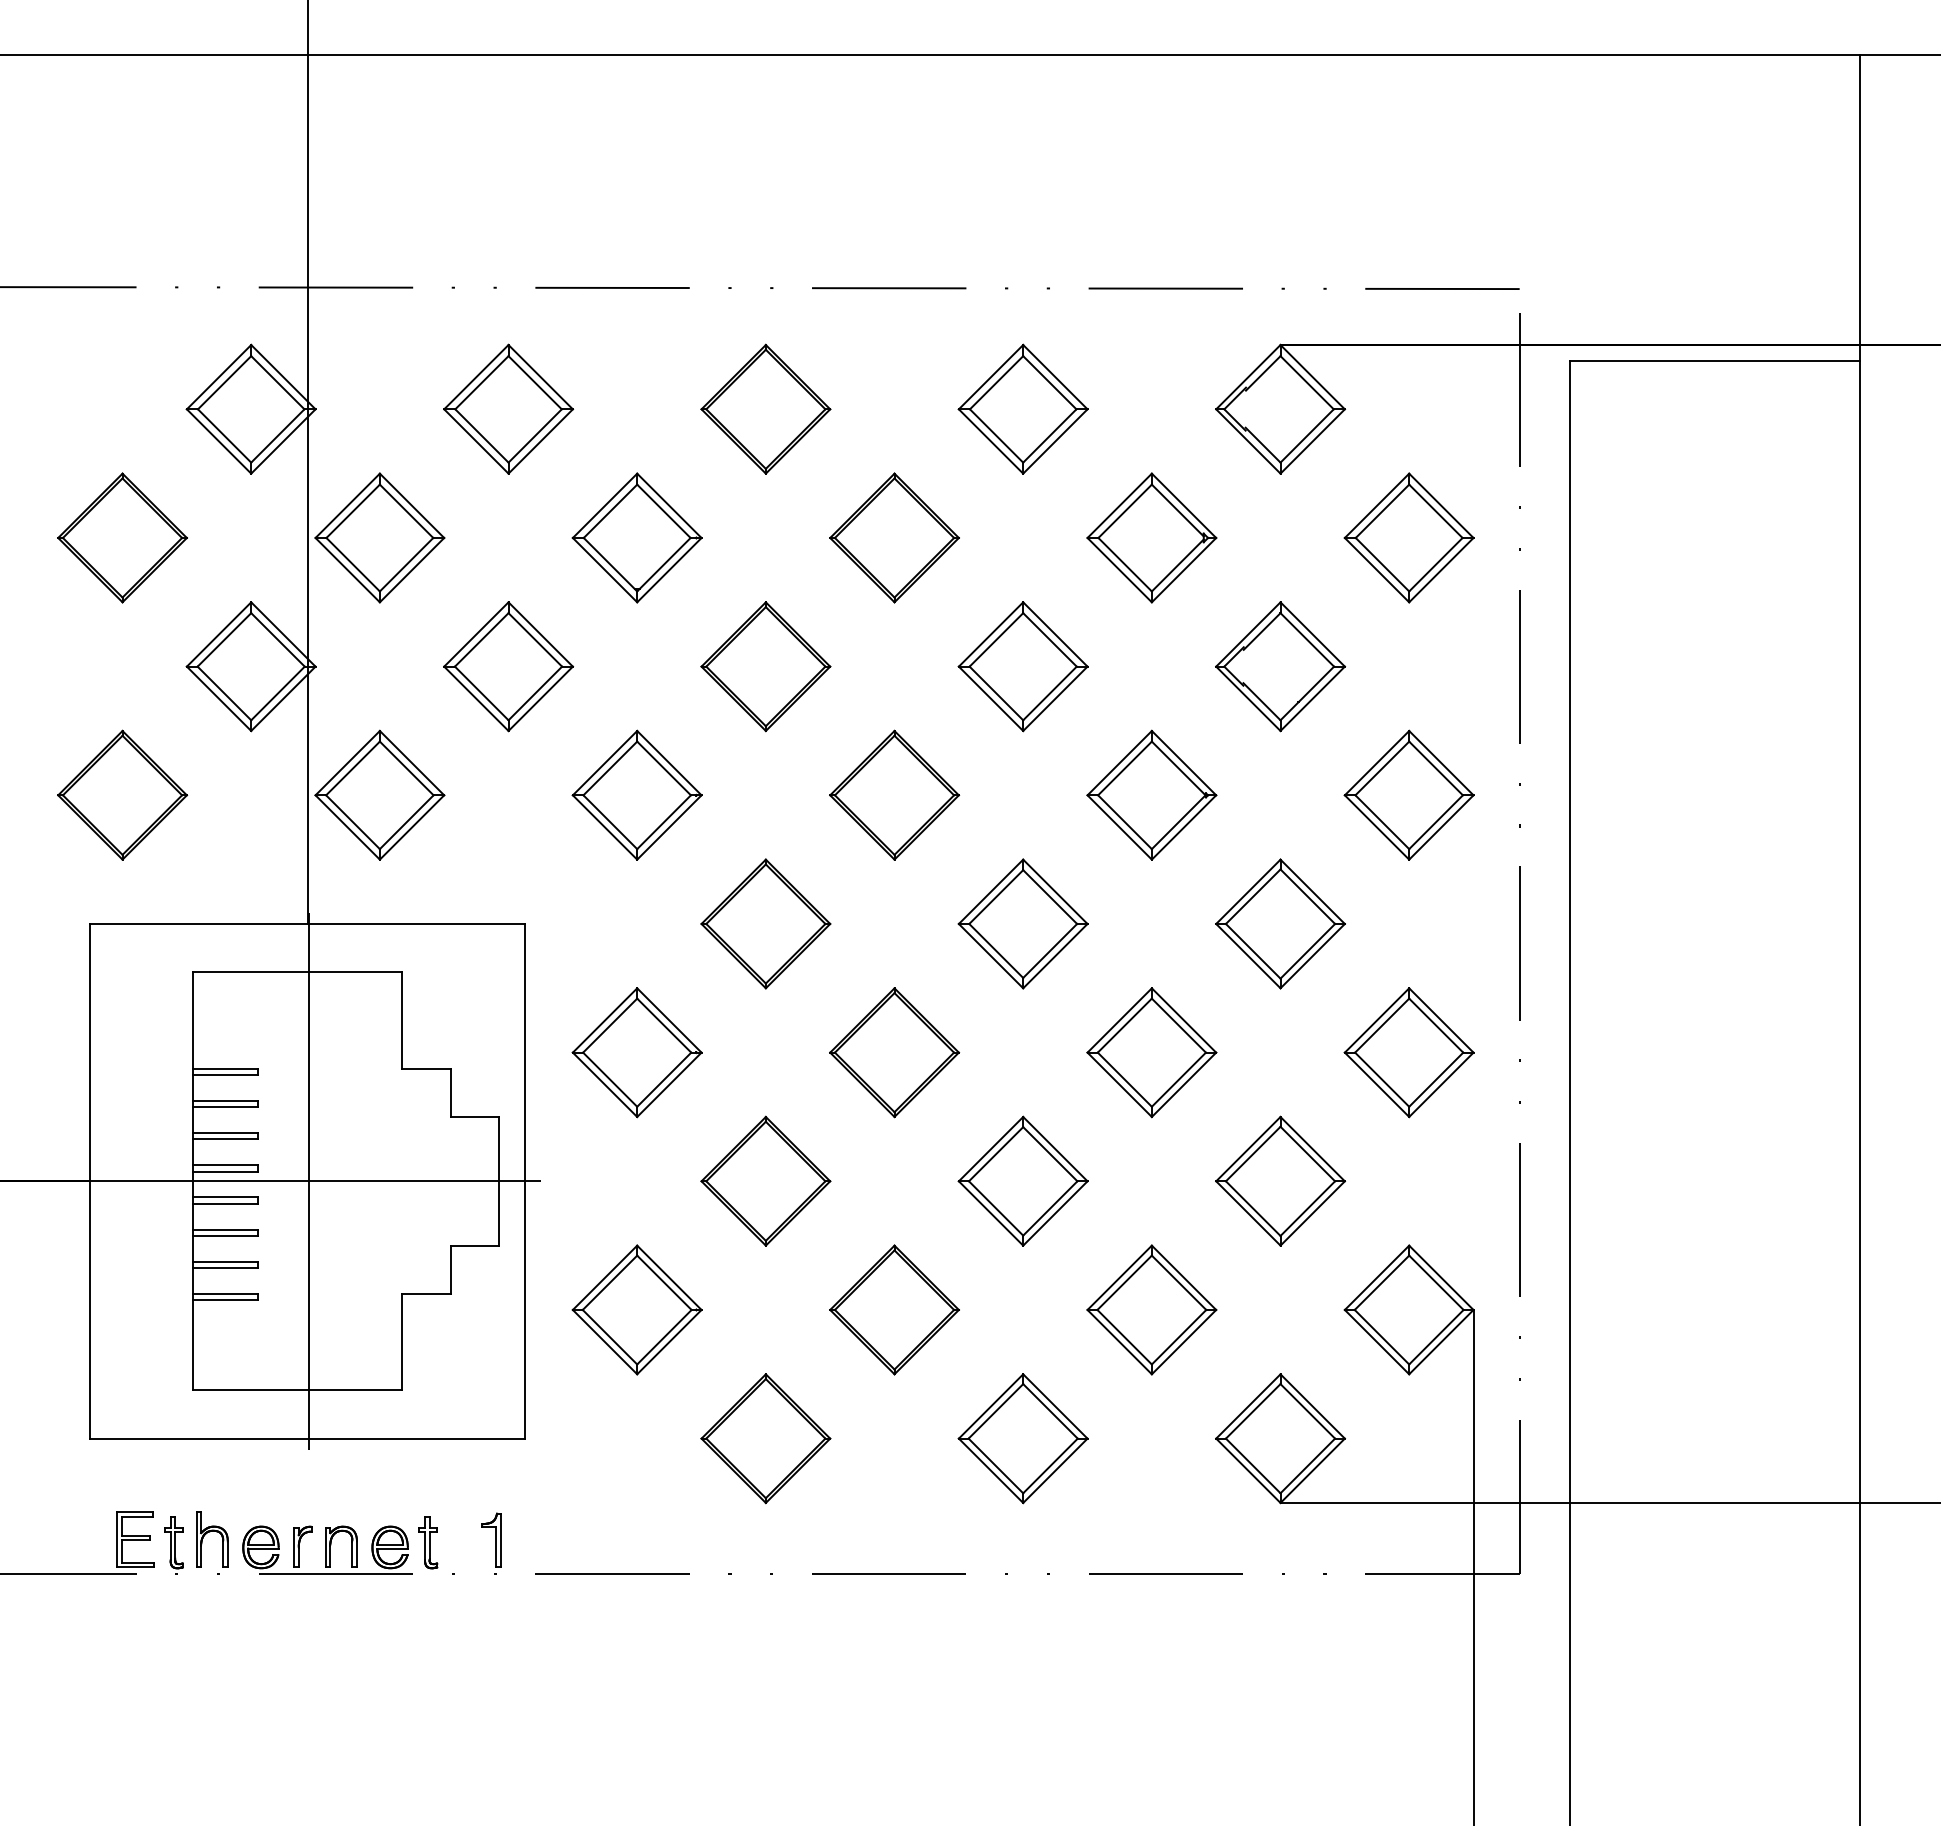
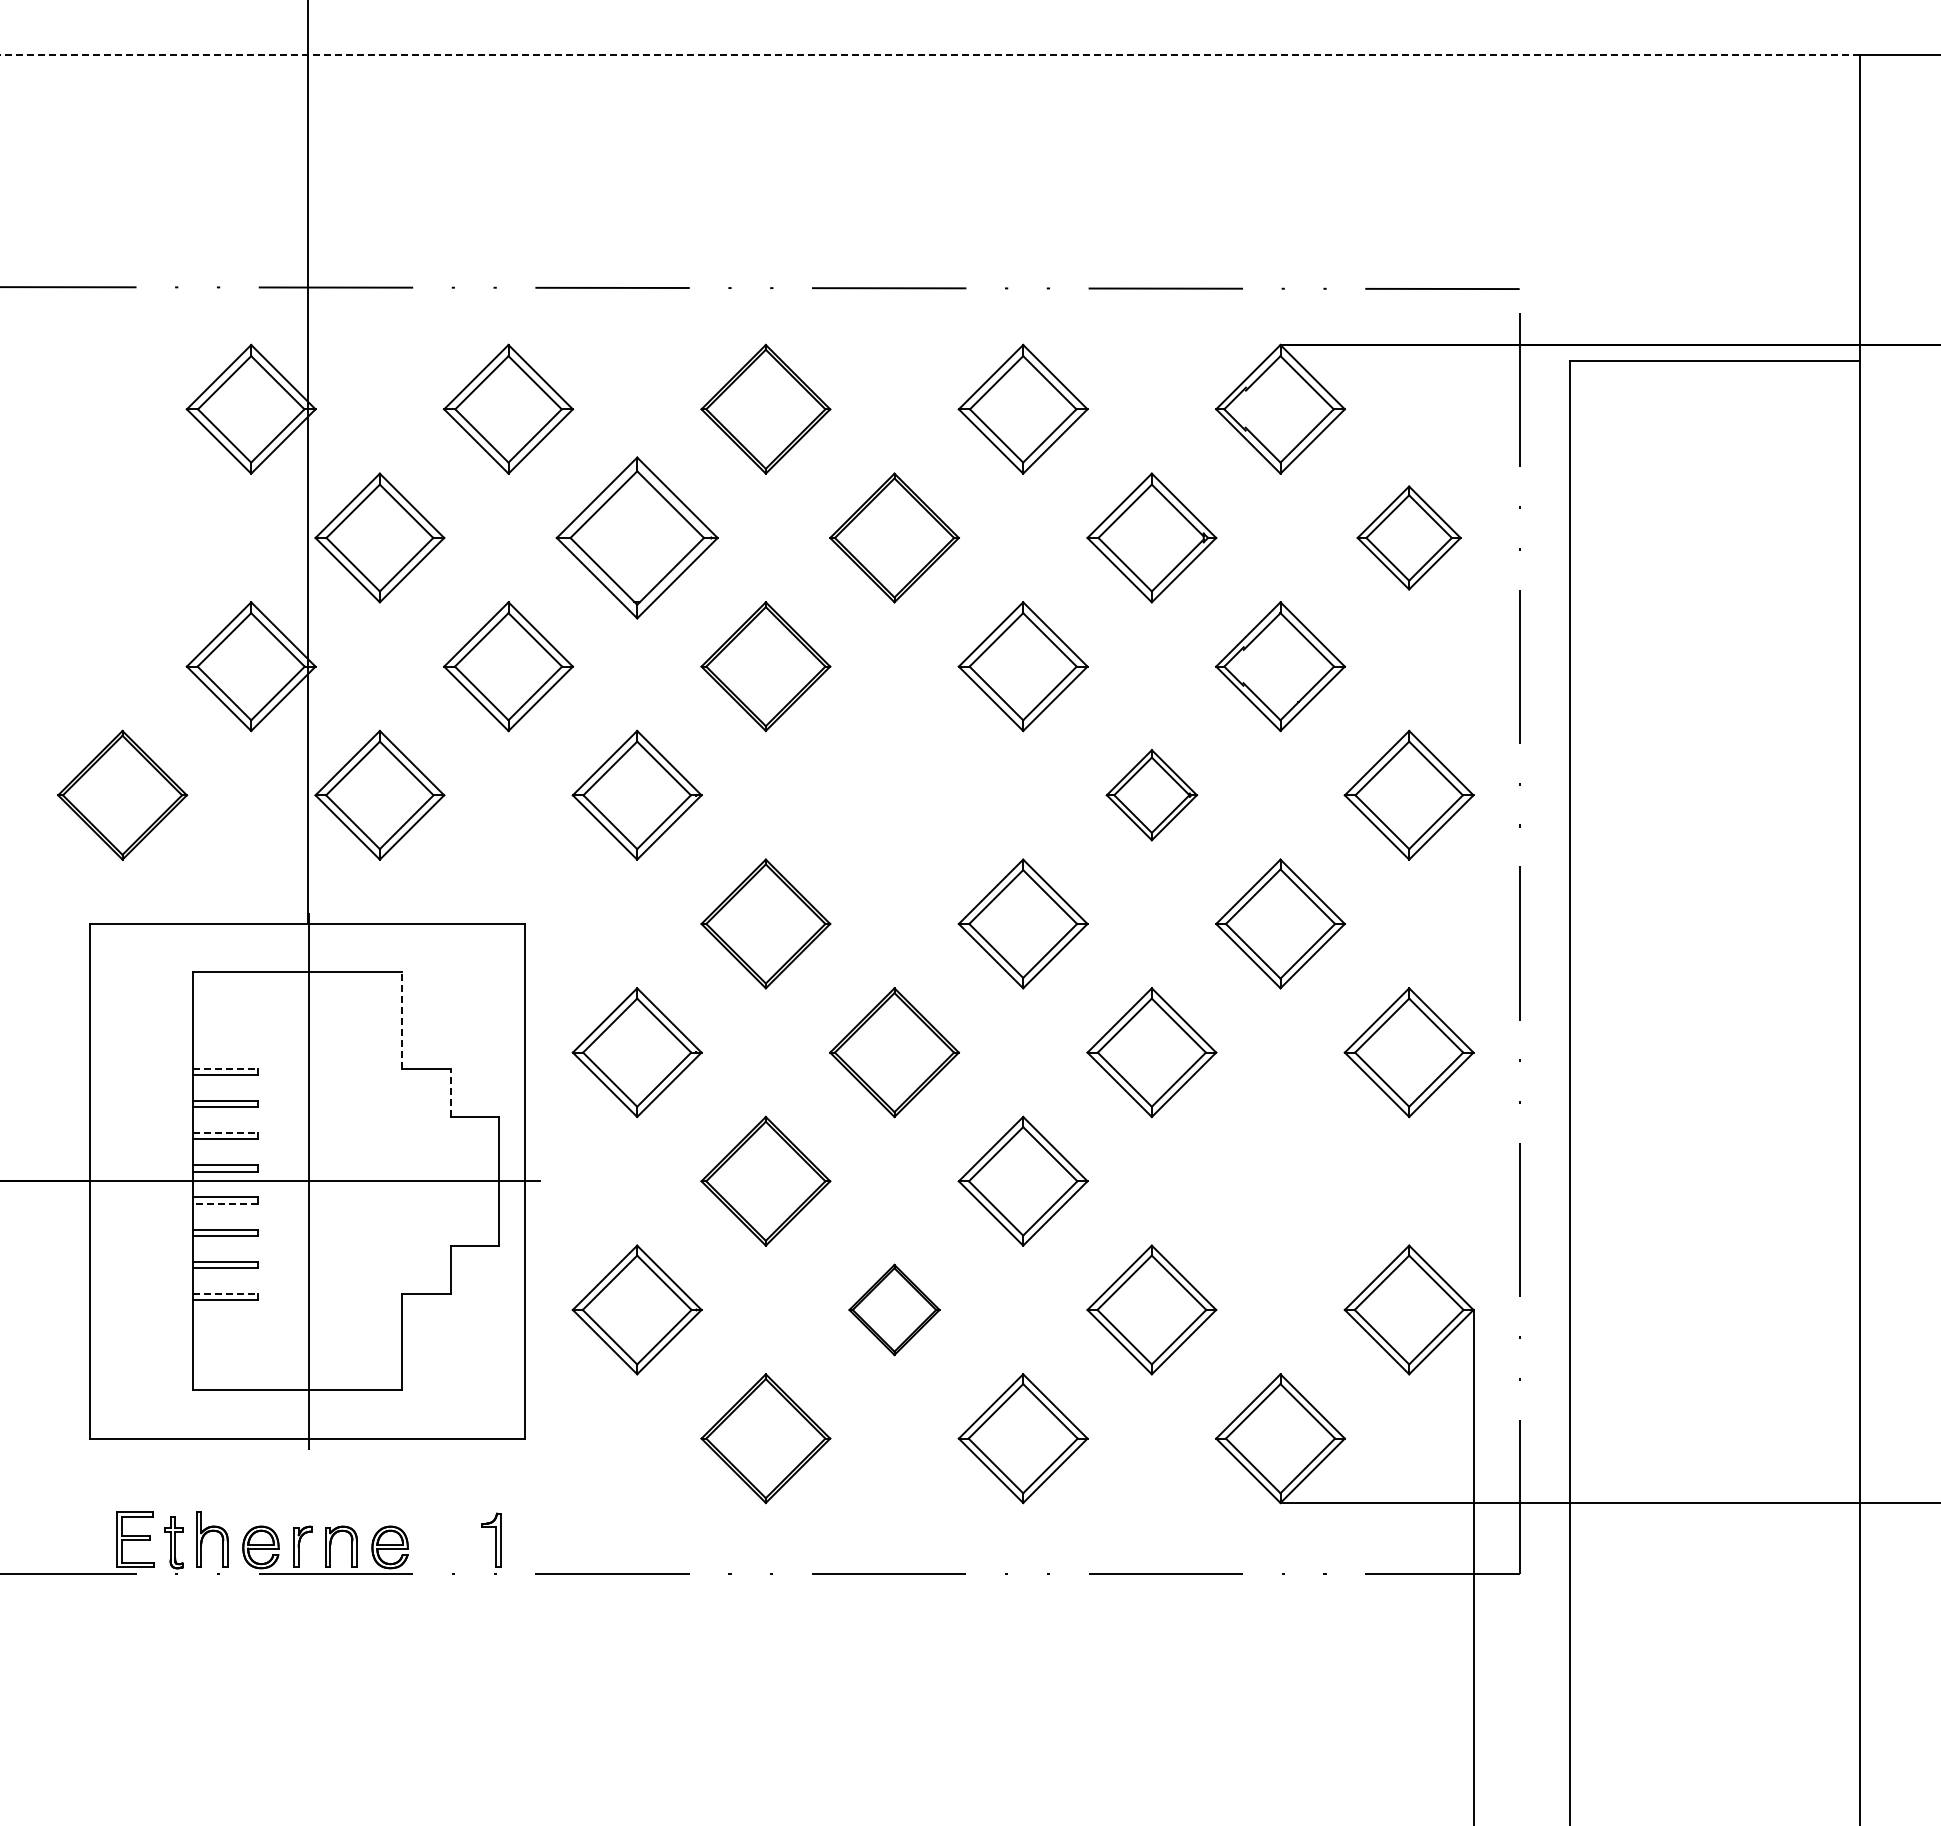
line at (929, 55): solid -> dashed
part at (122, 537): present -> none
part at (636, 537) size: 132x132 px -> 164x164 px
part at (1408, 537) size: 132x132 px -> 106x106 px
part at (894, 794): present -> none
part at (1151, 794) size: 132x132 px -> 94x93 px
line at (402, 1019): solid -> dashed
line at (225, 1068): solid -> dashed
line at (450, 1092): solid -> dashed
line at (225, 1133): solid -> dashed
part at (1280, 1180): present -> none
line at (225, 1203): solid -> dashed
line at (225, 1293): solid -> dashed
part at (894, 1309) size: 131x132 px -> 93x94 px
part at (428, 1542): present -> none
